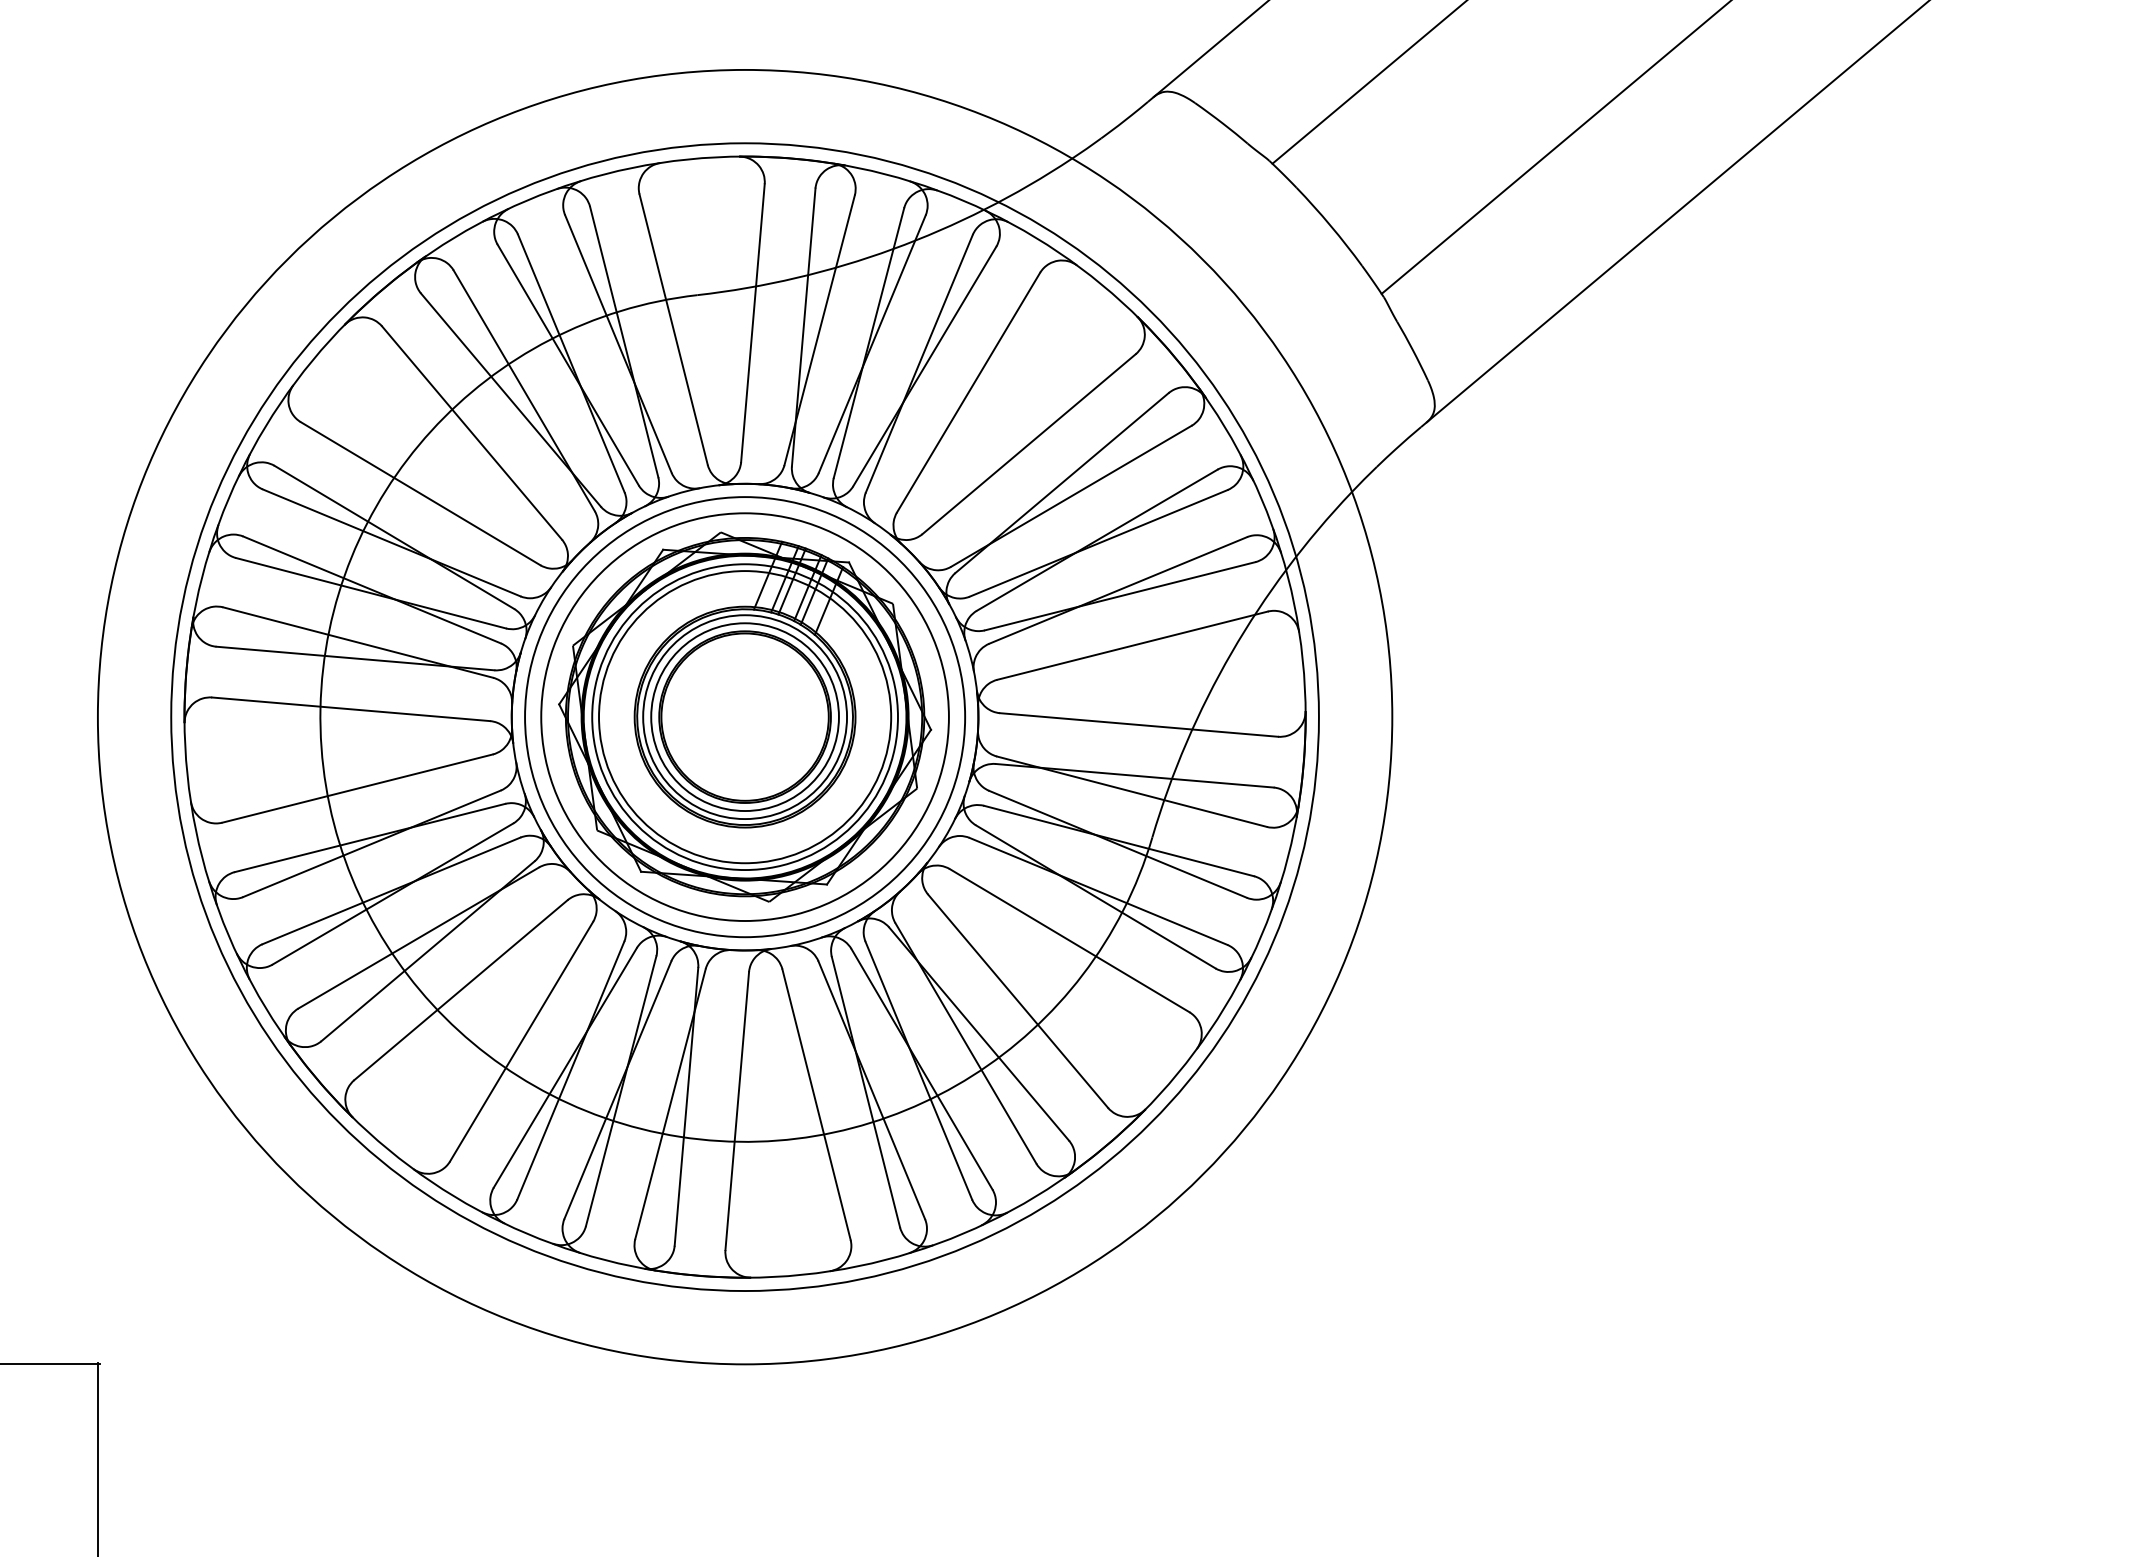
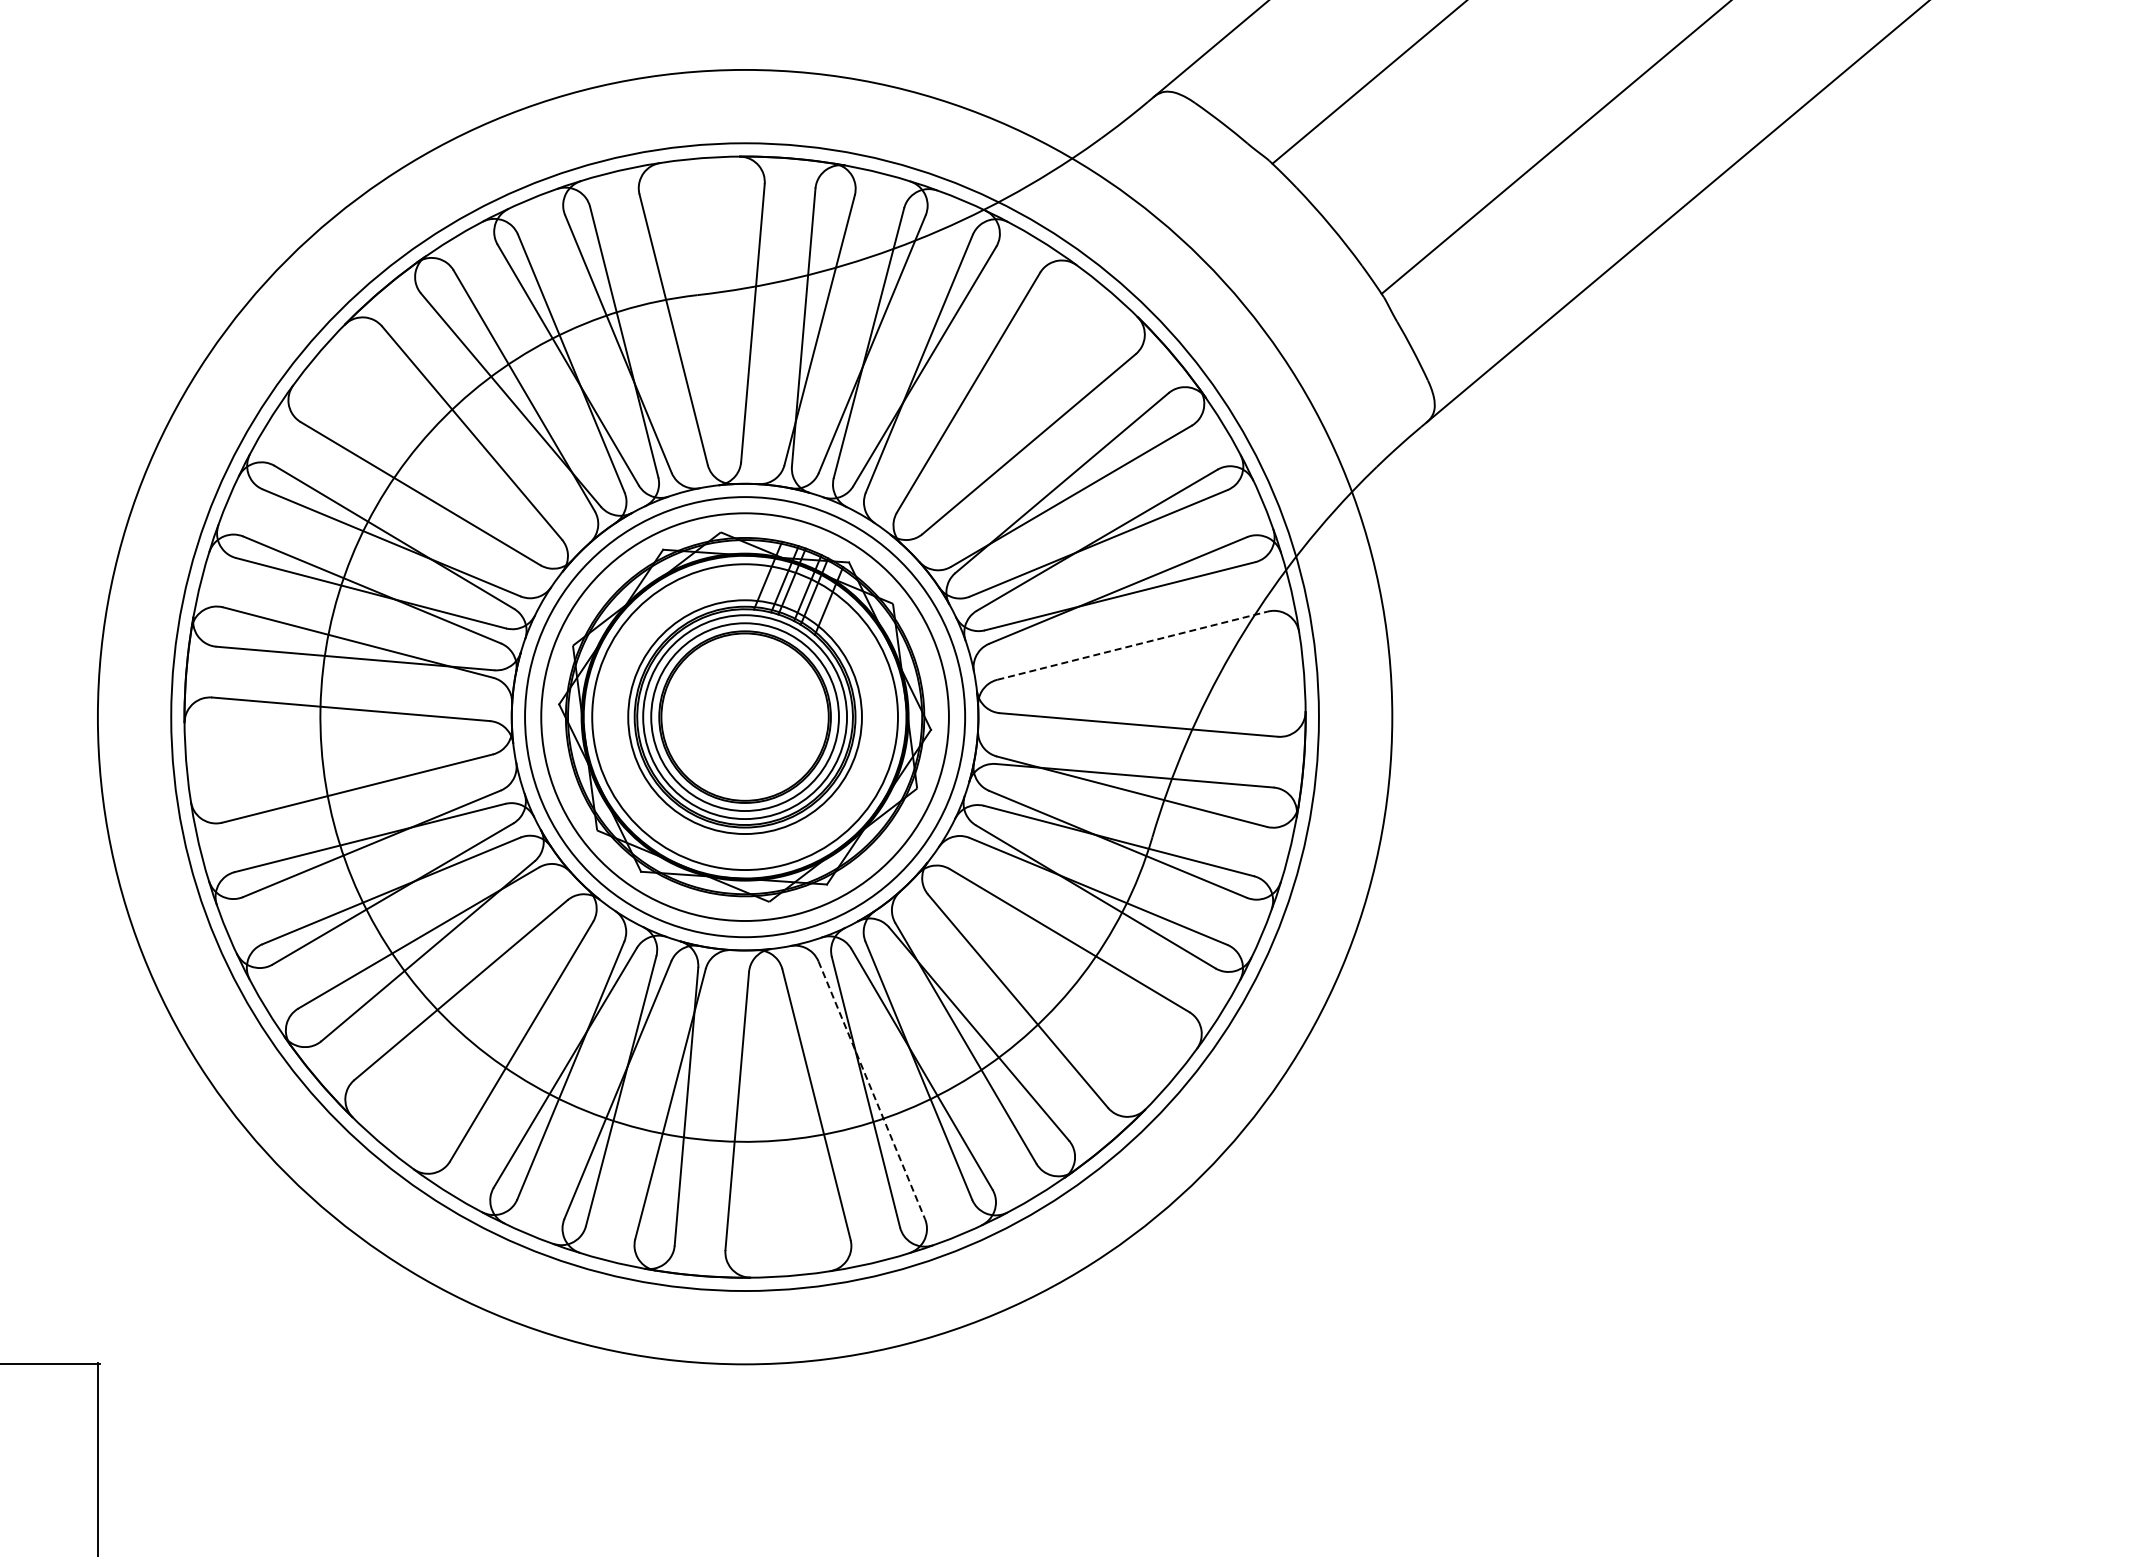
line at (1133, 645): solid -> dashed
circle at (745, 717) diameter: 292 px -> 234 px
line at (871, 1090): solid -> dashed
